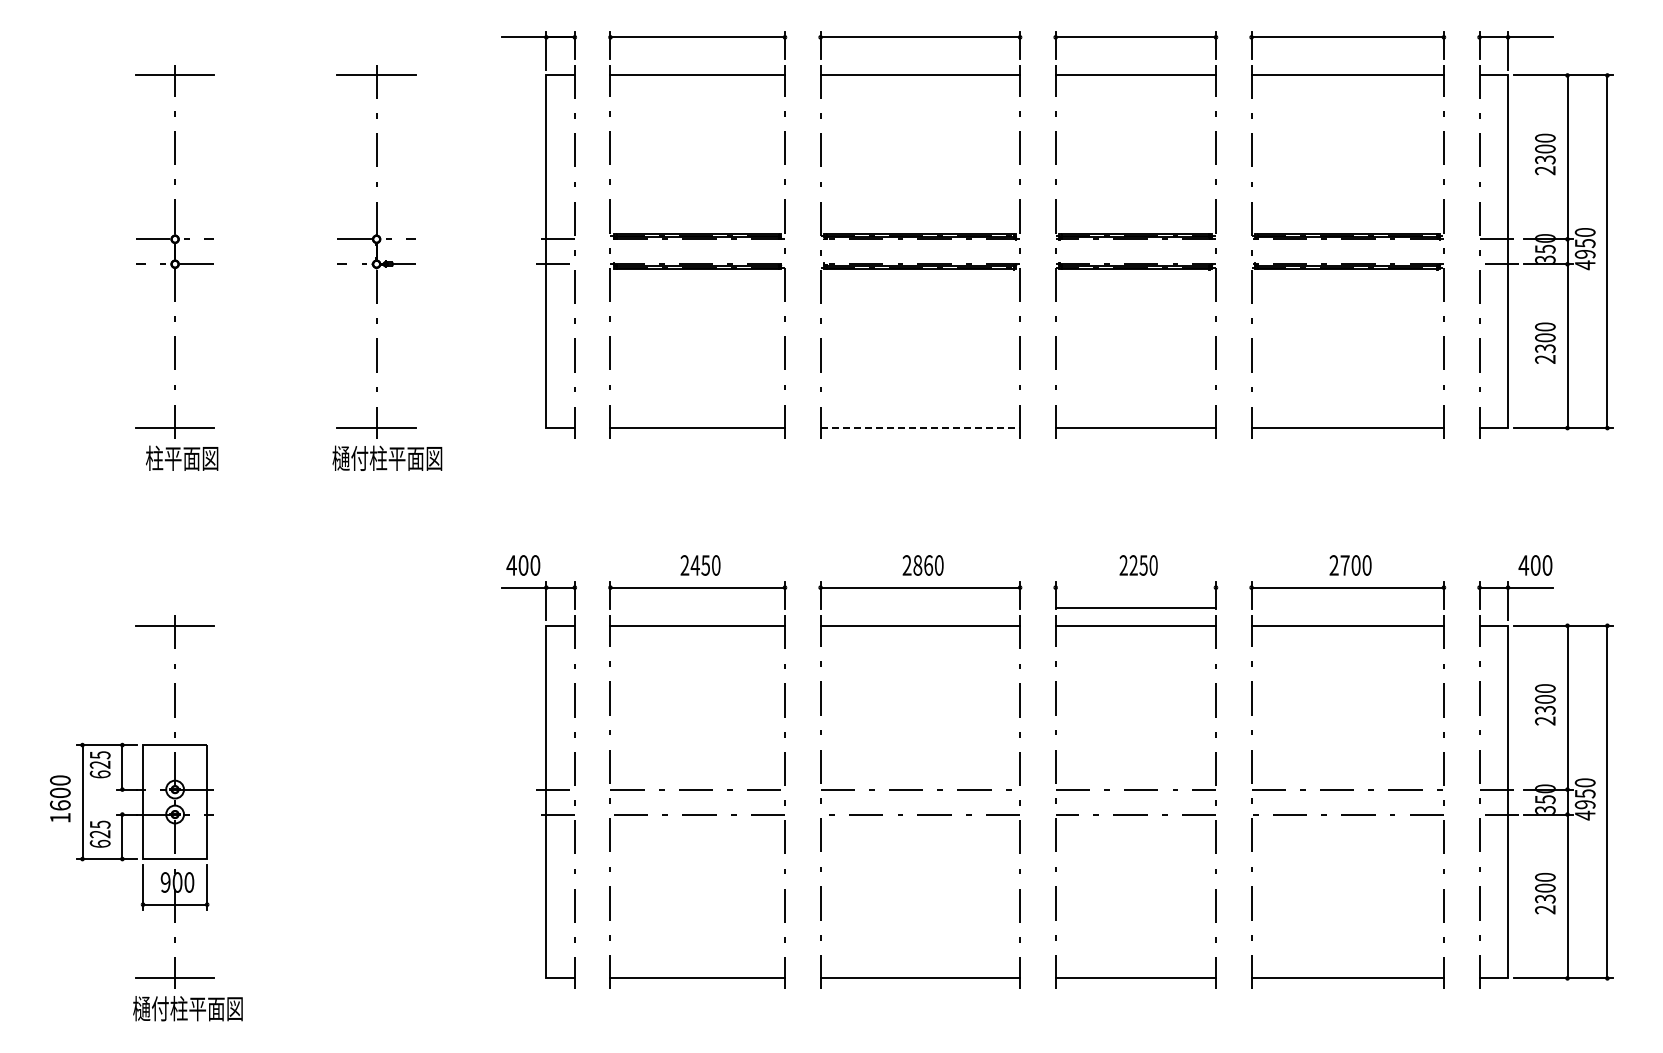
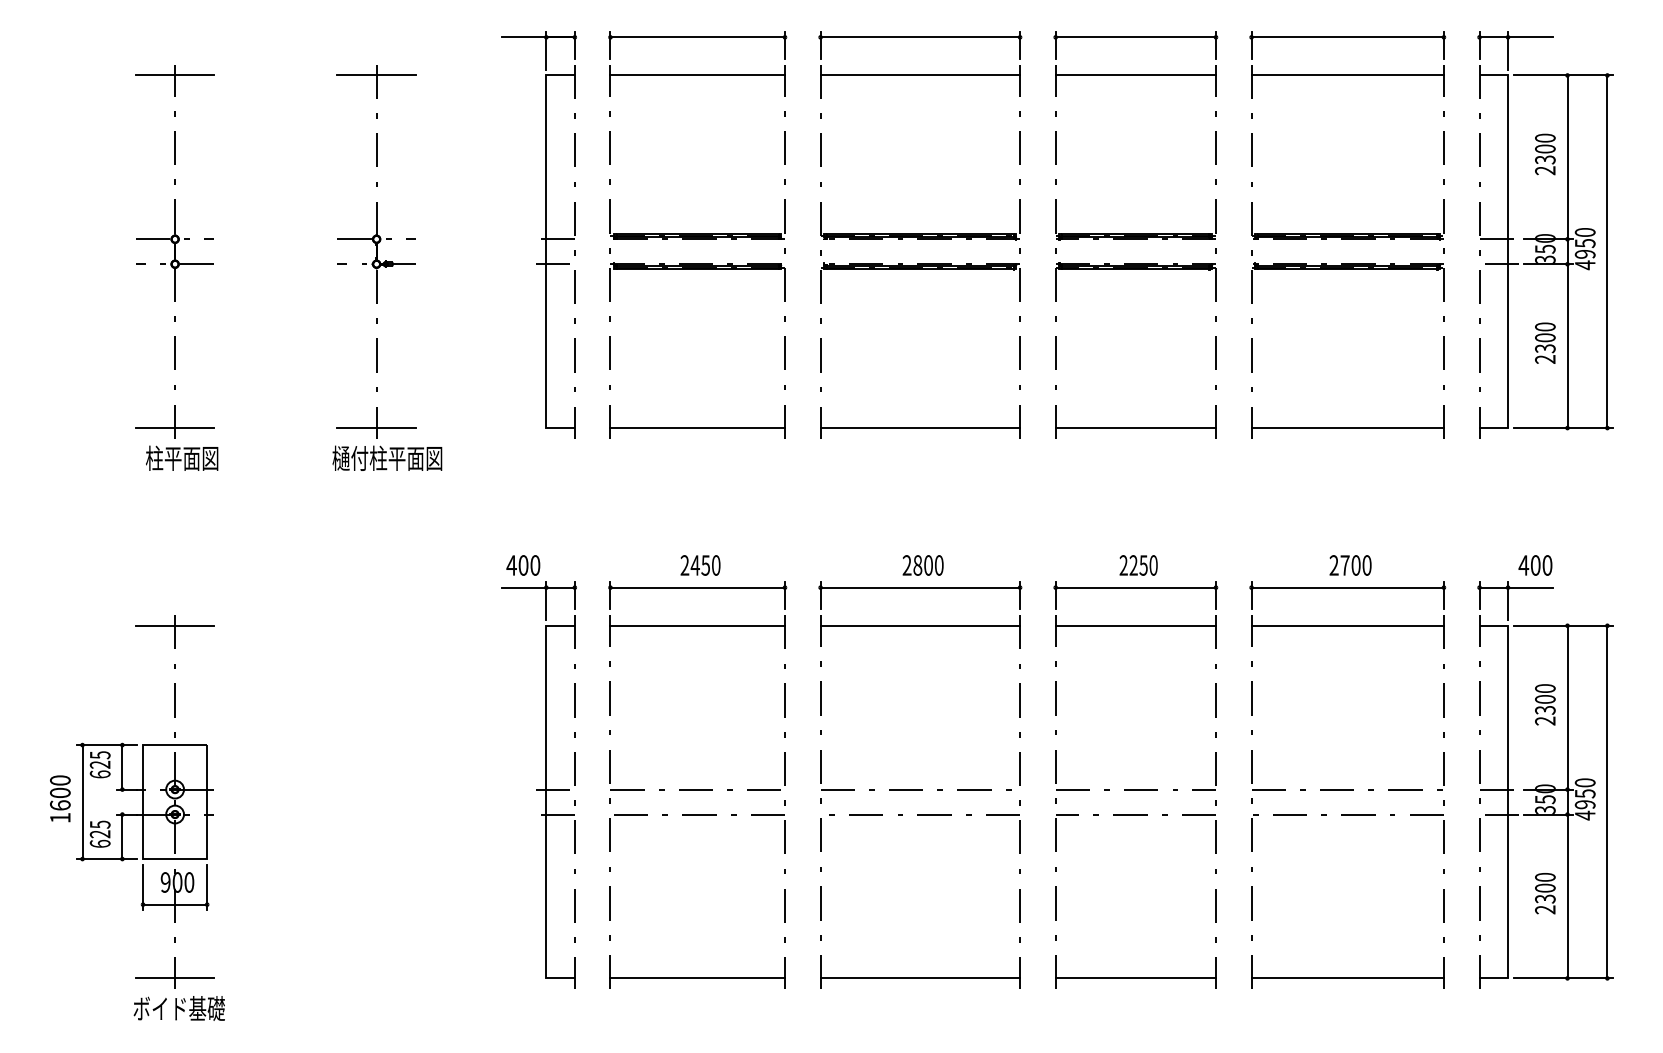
line at (920, 428): dashed -> solid
text at (928, 565): 2860 -> 2800
line at (1135, 607) position: (1135, 607) -> (1135, 587)
text at (187, 1008): 樋付柱平面図 -> ボイド基礎
